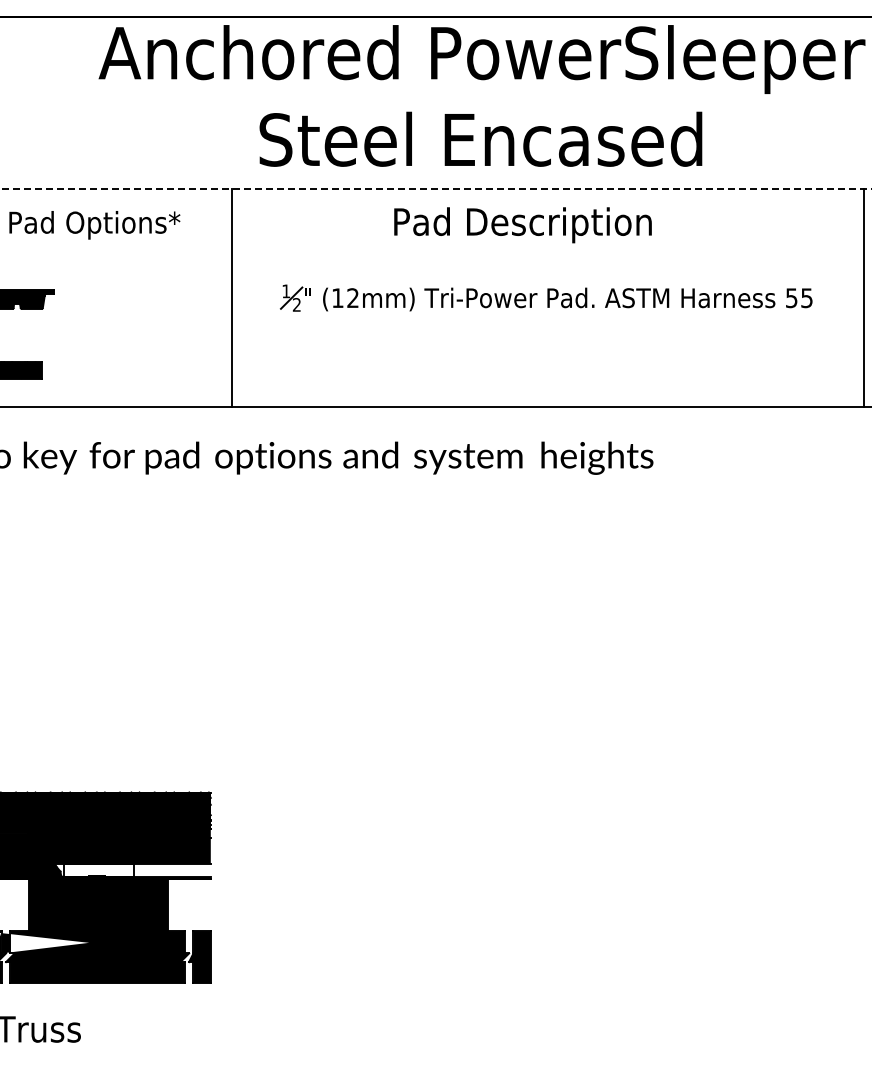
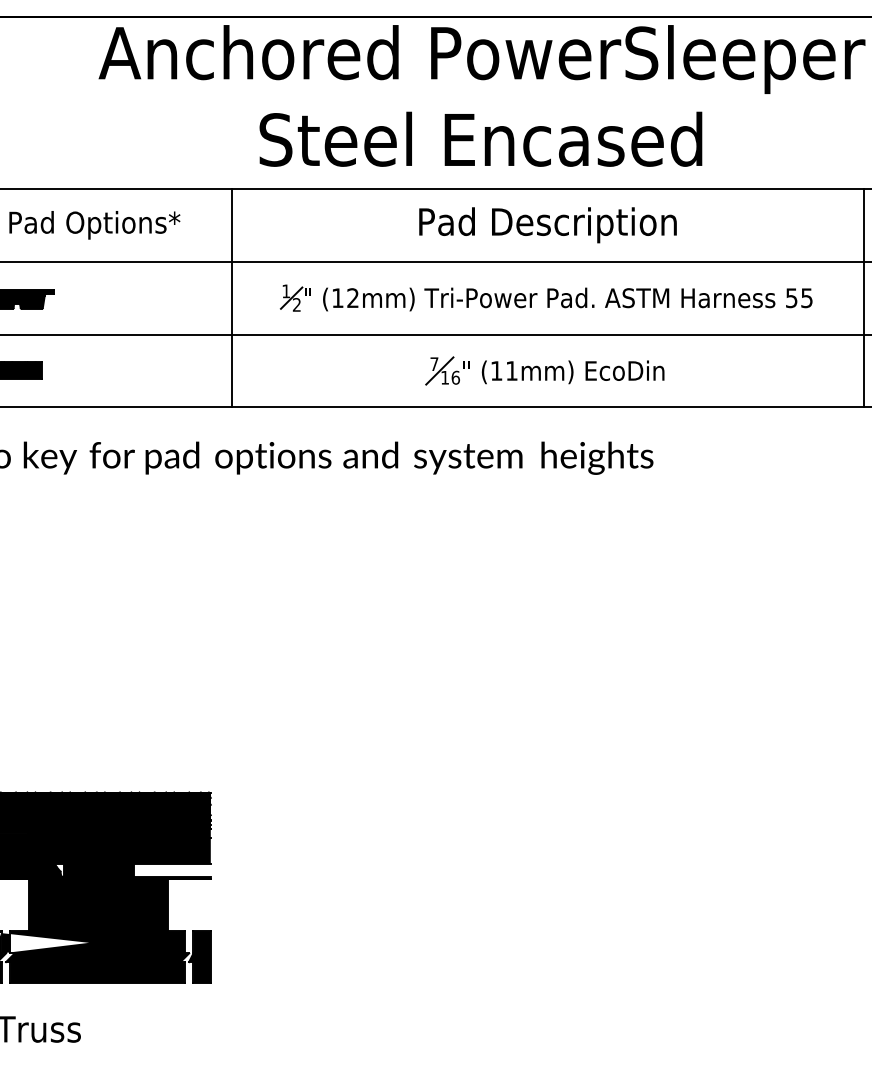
line at (435, 188): dashed -> solid
text at (522, 225) position: (522, 225) -> (547, 225)
line at (435, 261): none -> present
line at (435, 334): none -> present
part at (544, 370): none -> present
fill at (98, 870): none -> present
